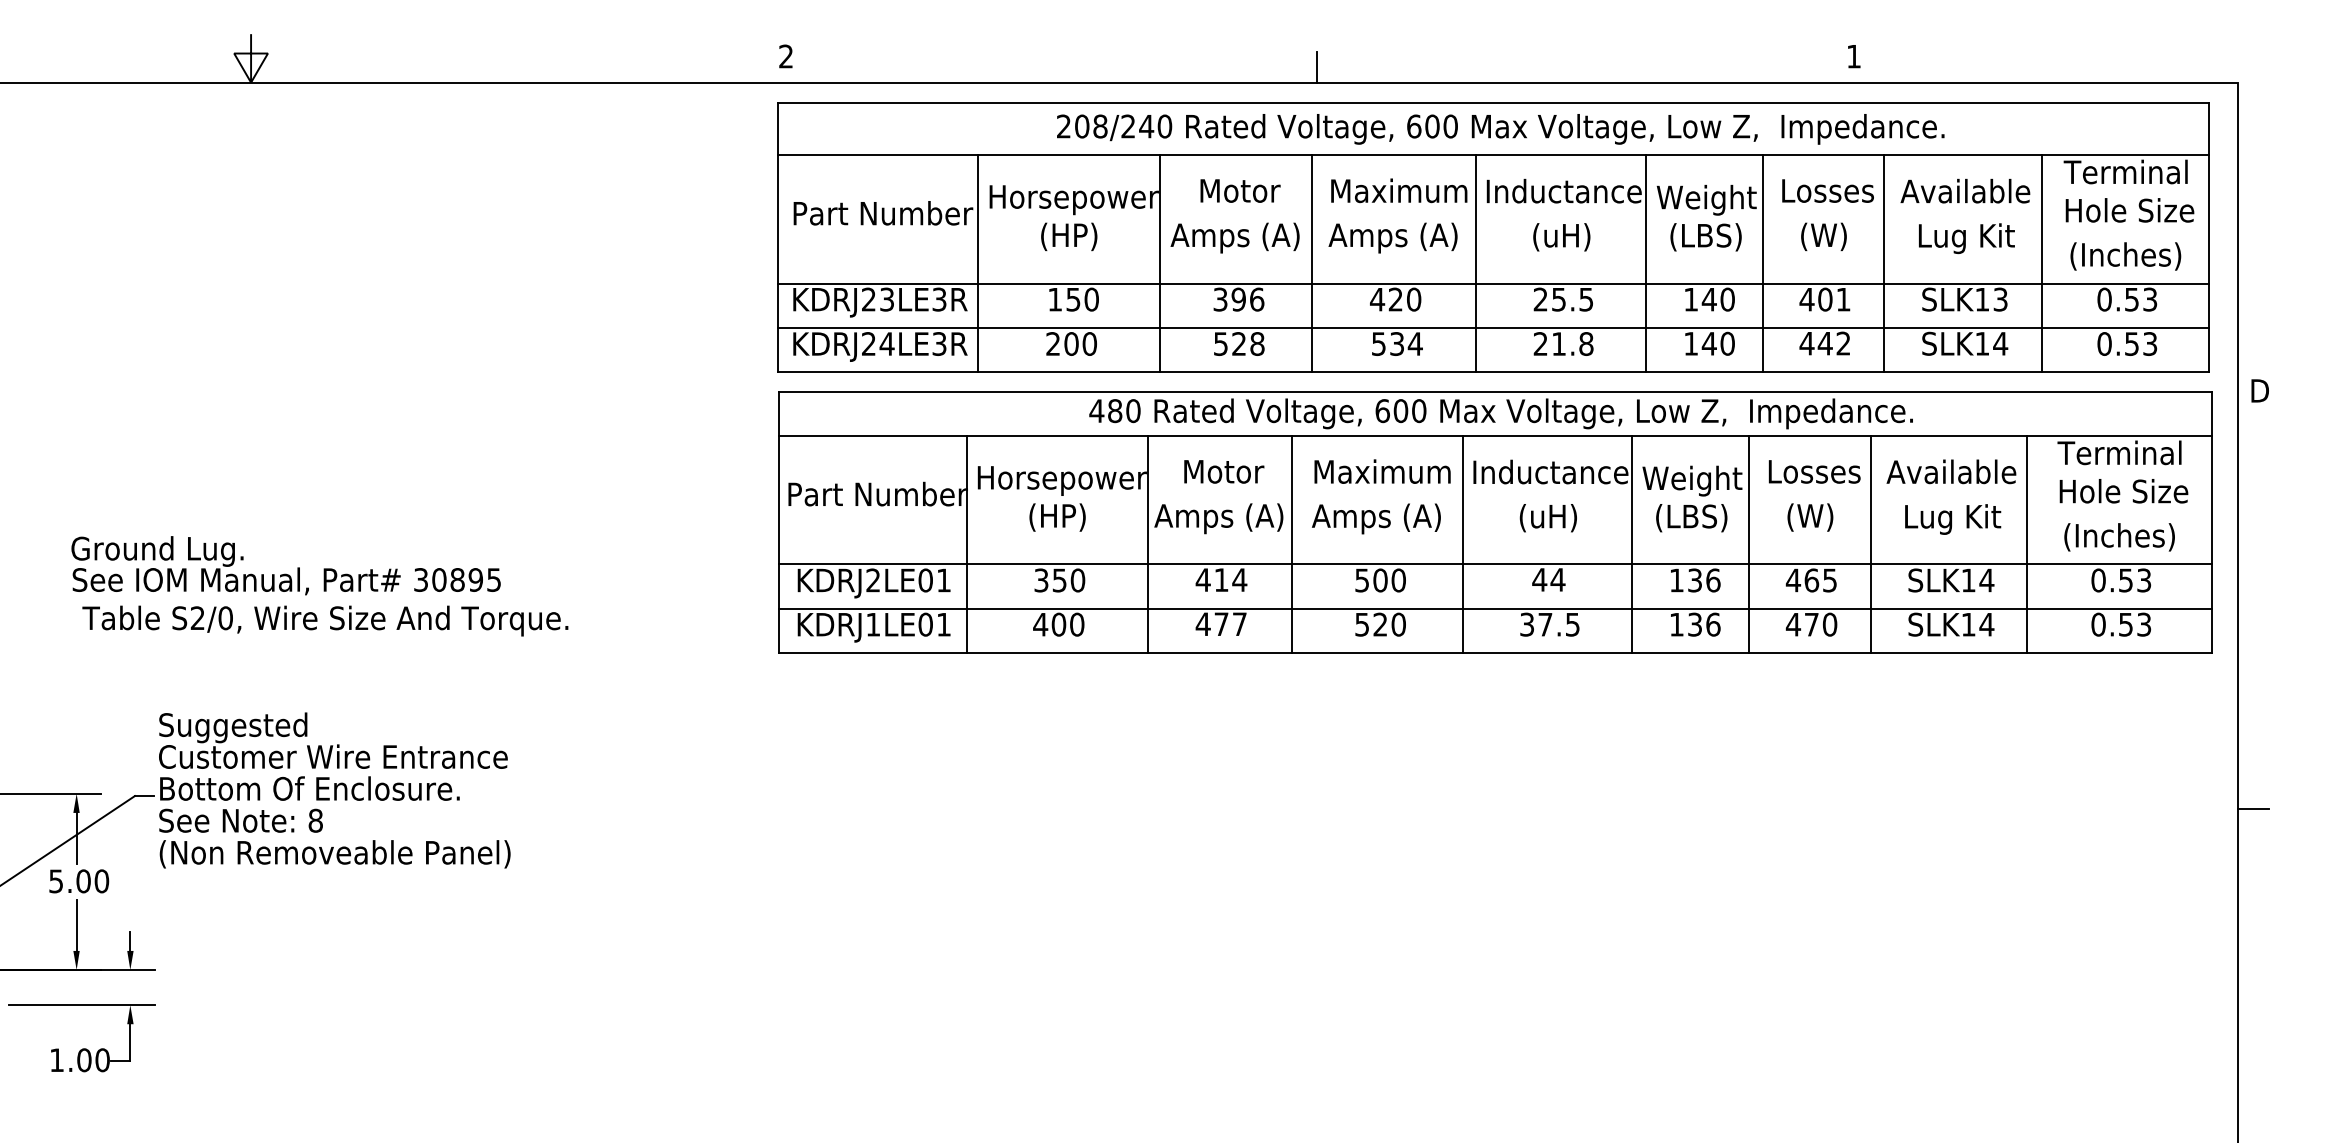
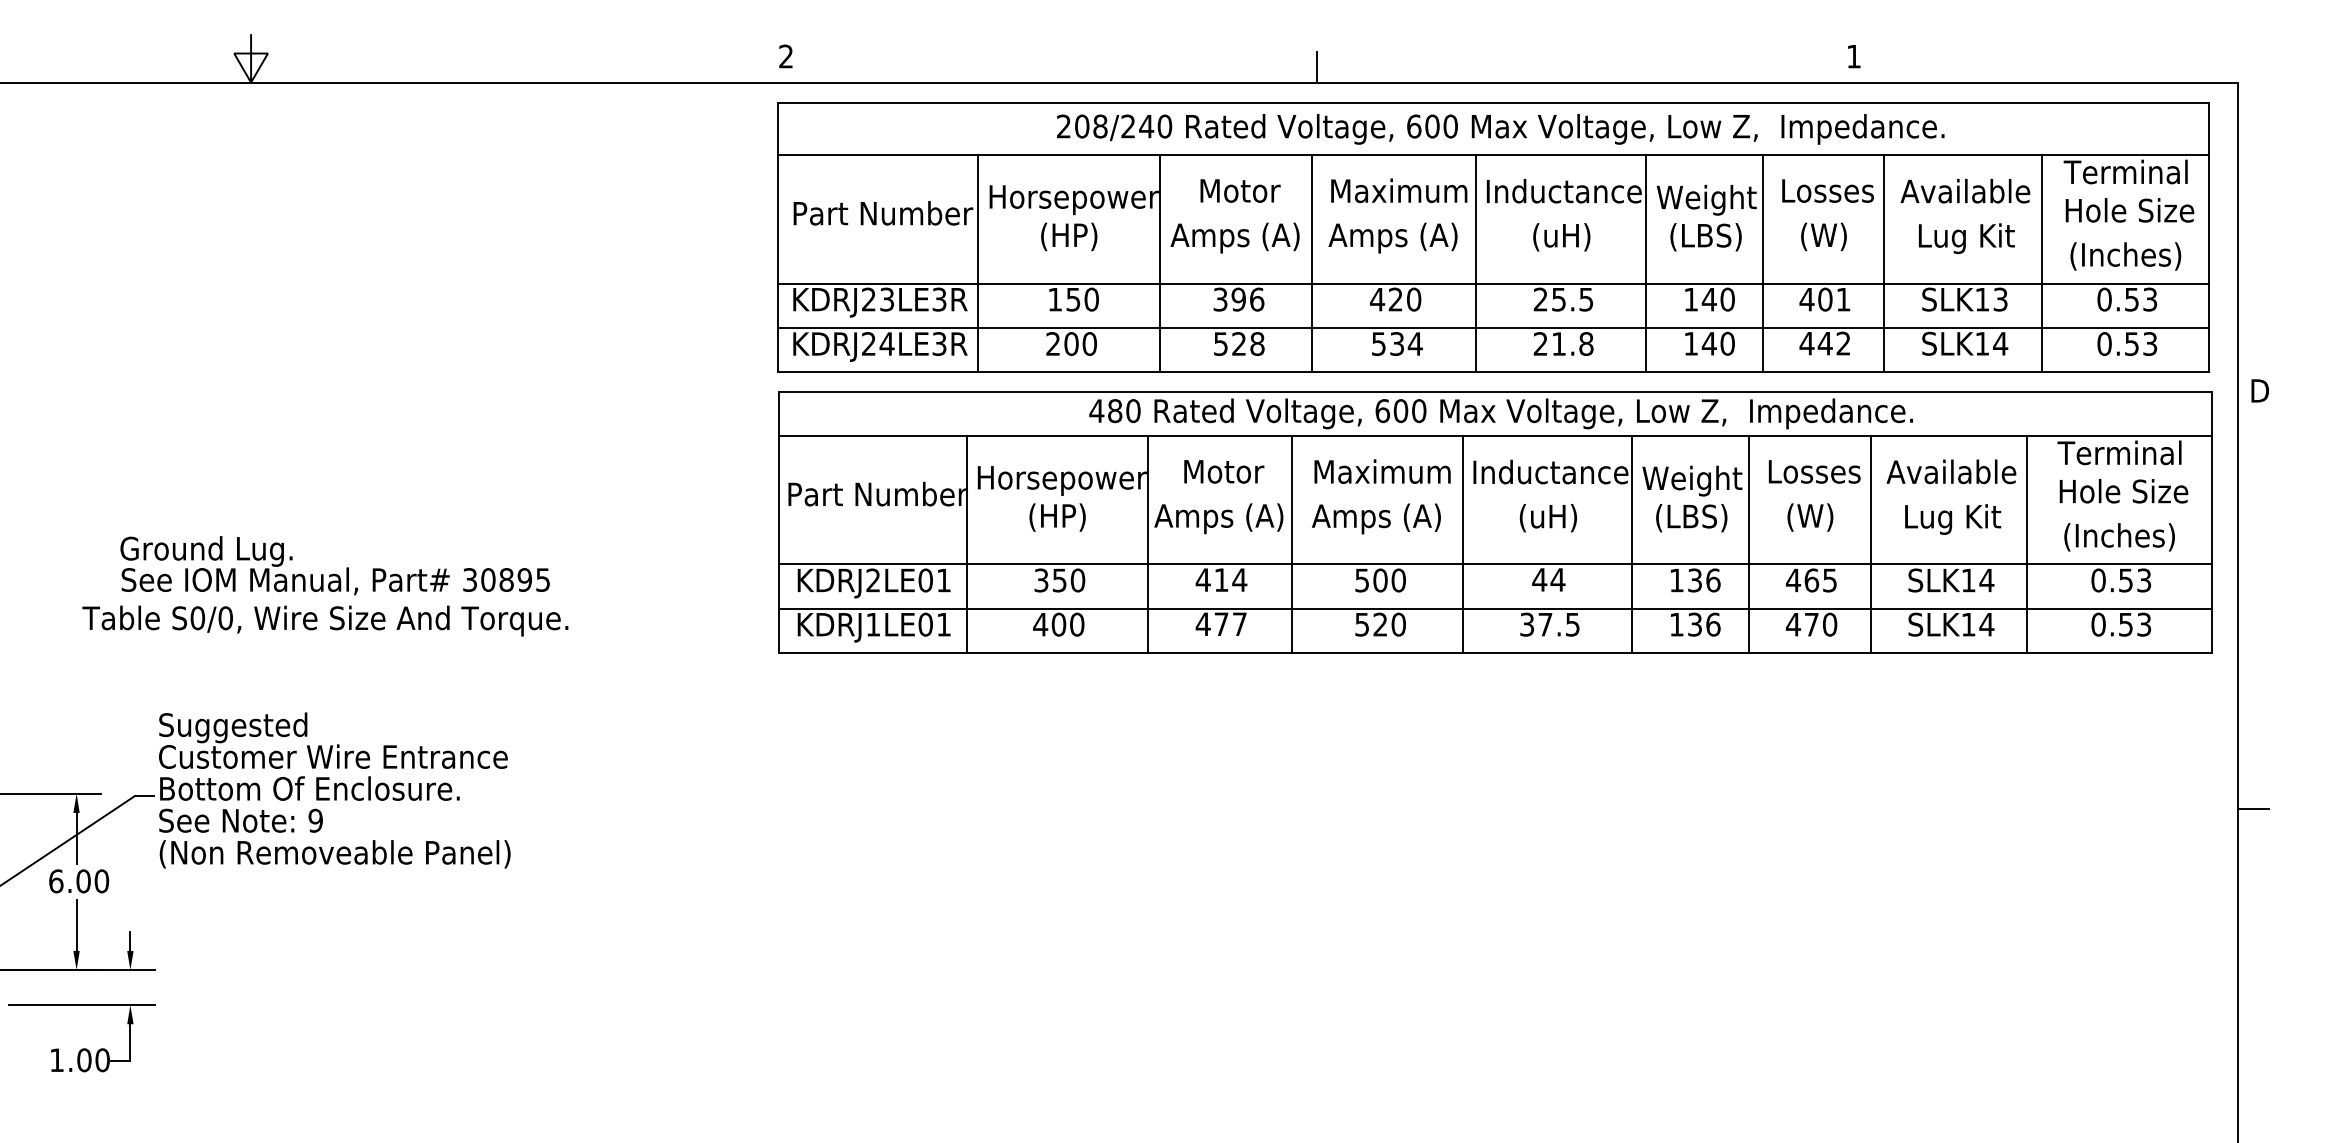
text at (285, 565) position: (285, 565) -> (334, 565)
text at (197, 618): S2/0, -> S0/0,
text at (315, 820): 8 -> 9
text at (56, 881): 5.00 -> 6.00
